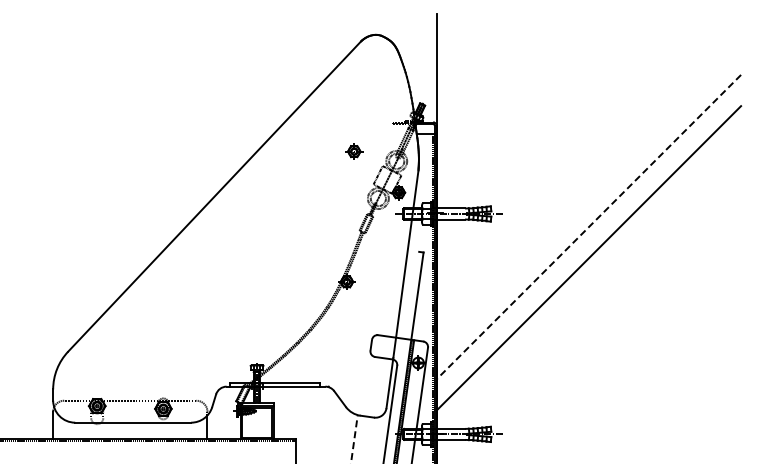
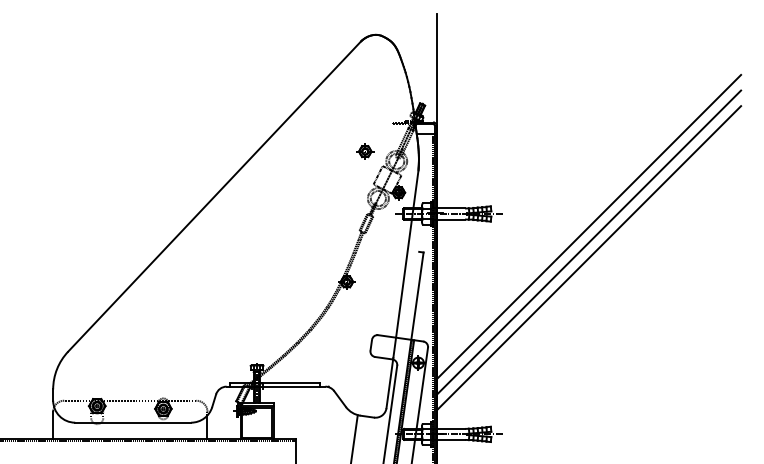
part at (354, 151) position: (354, 151) -> (365, 151)
line at (588, 227): dashed -> solid
line at (588, 242): none -> present
line at (354, 438): dashed -> solid
